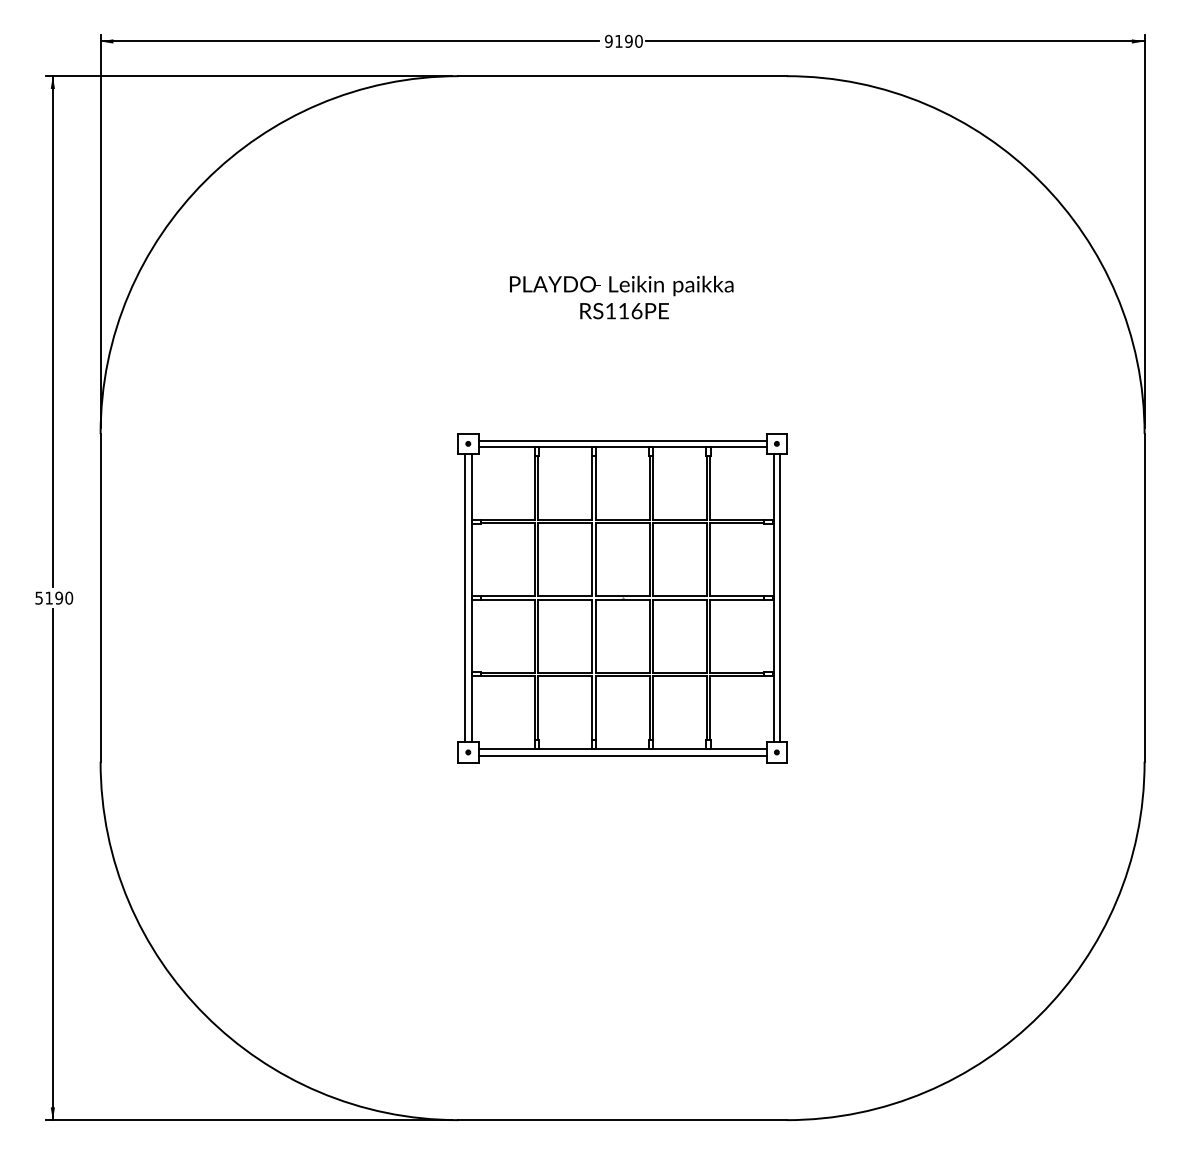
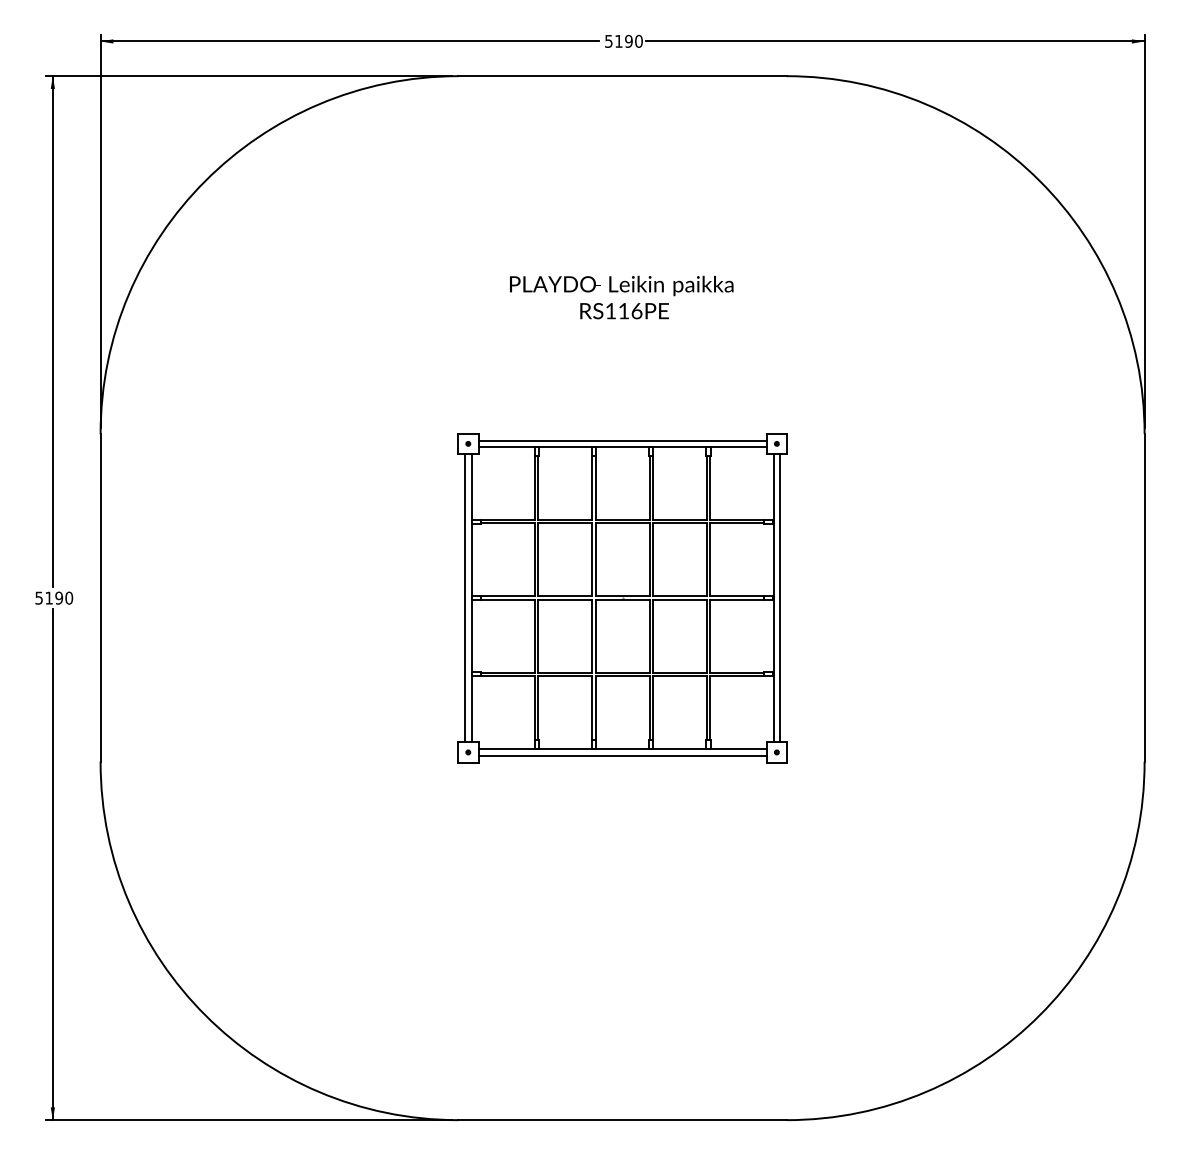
text at (608, 40): 9190 -> 5190
